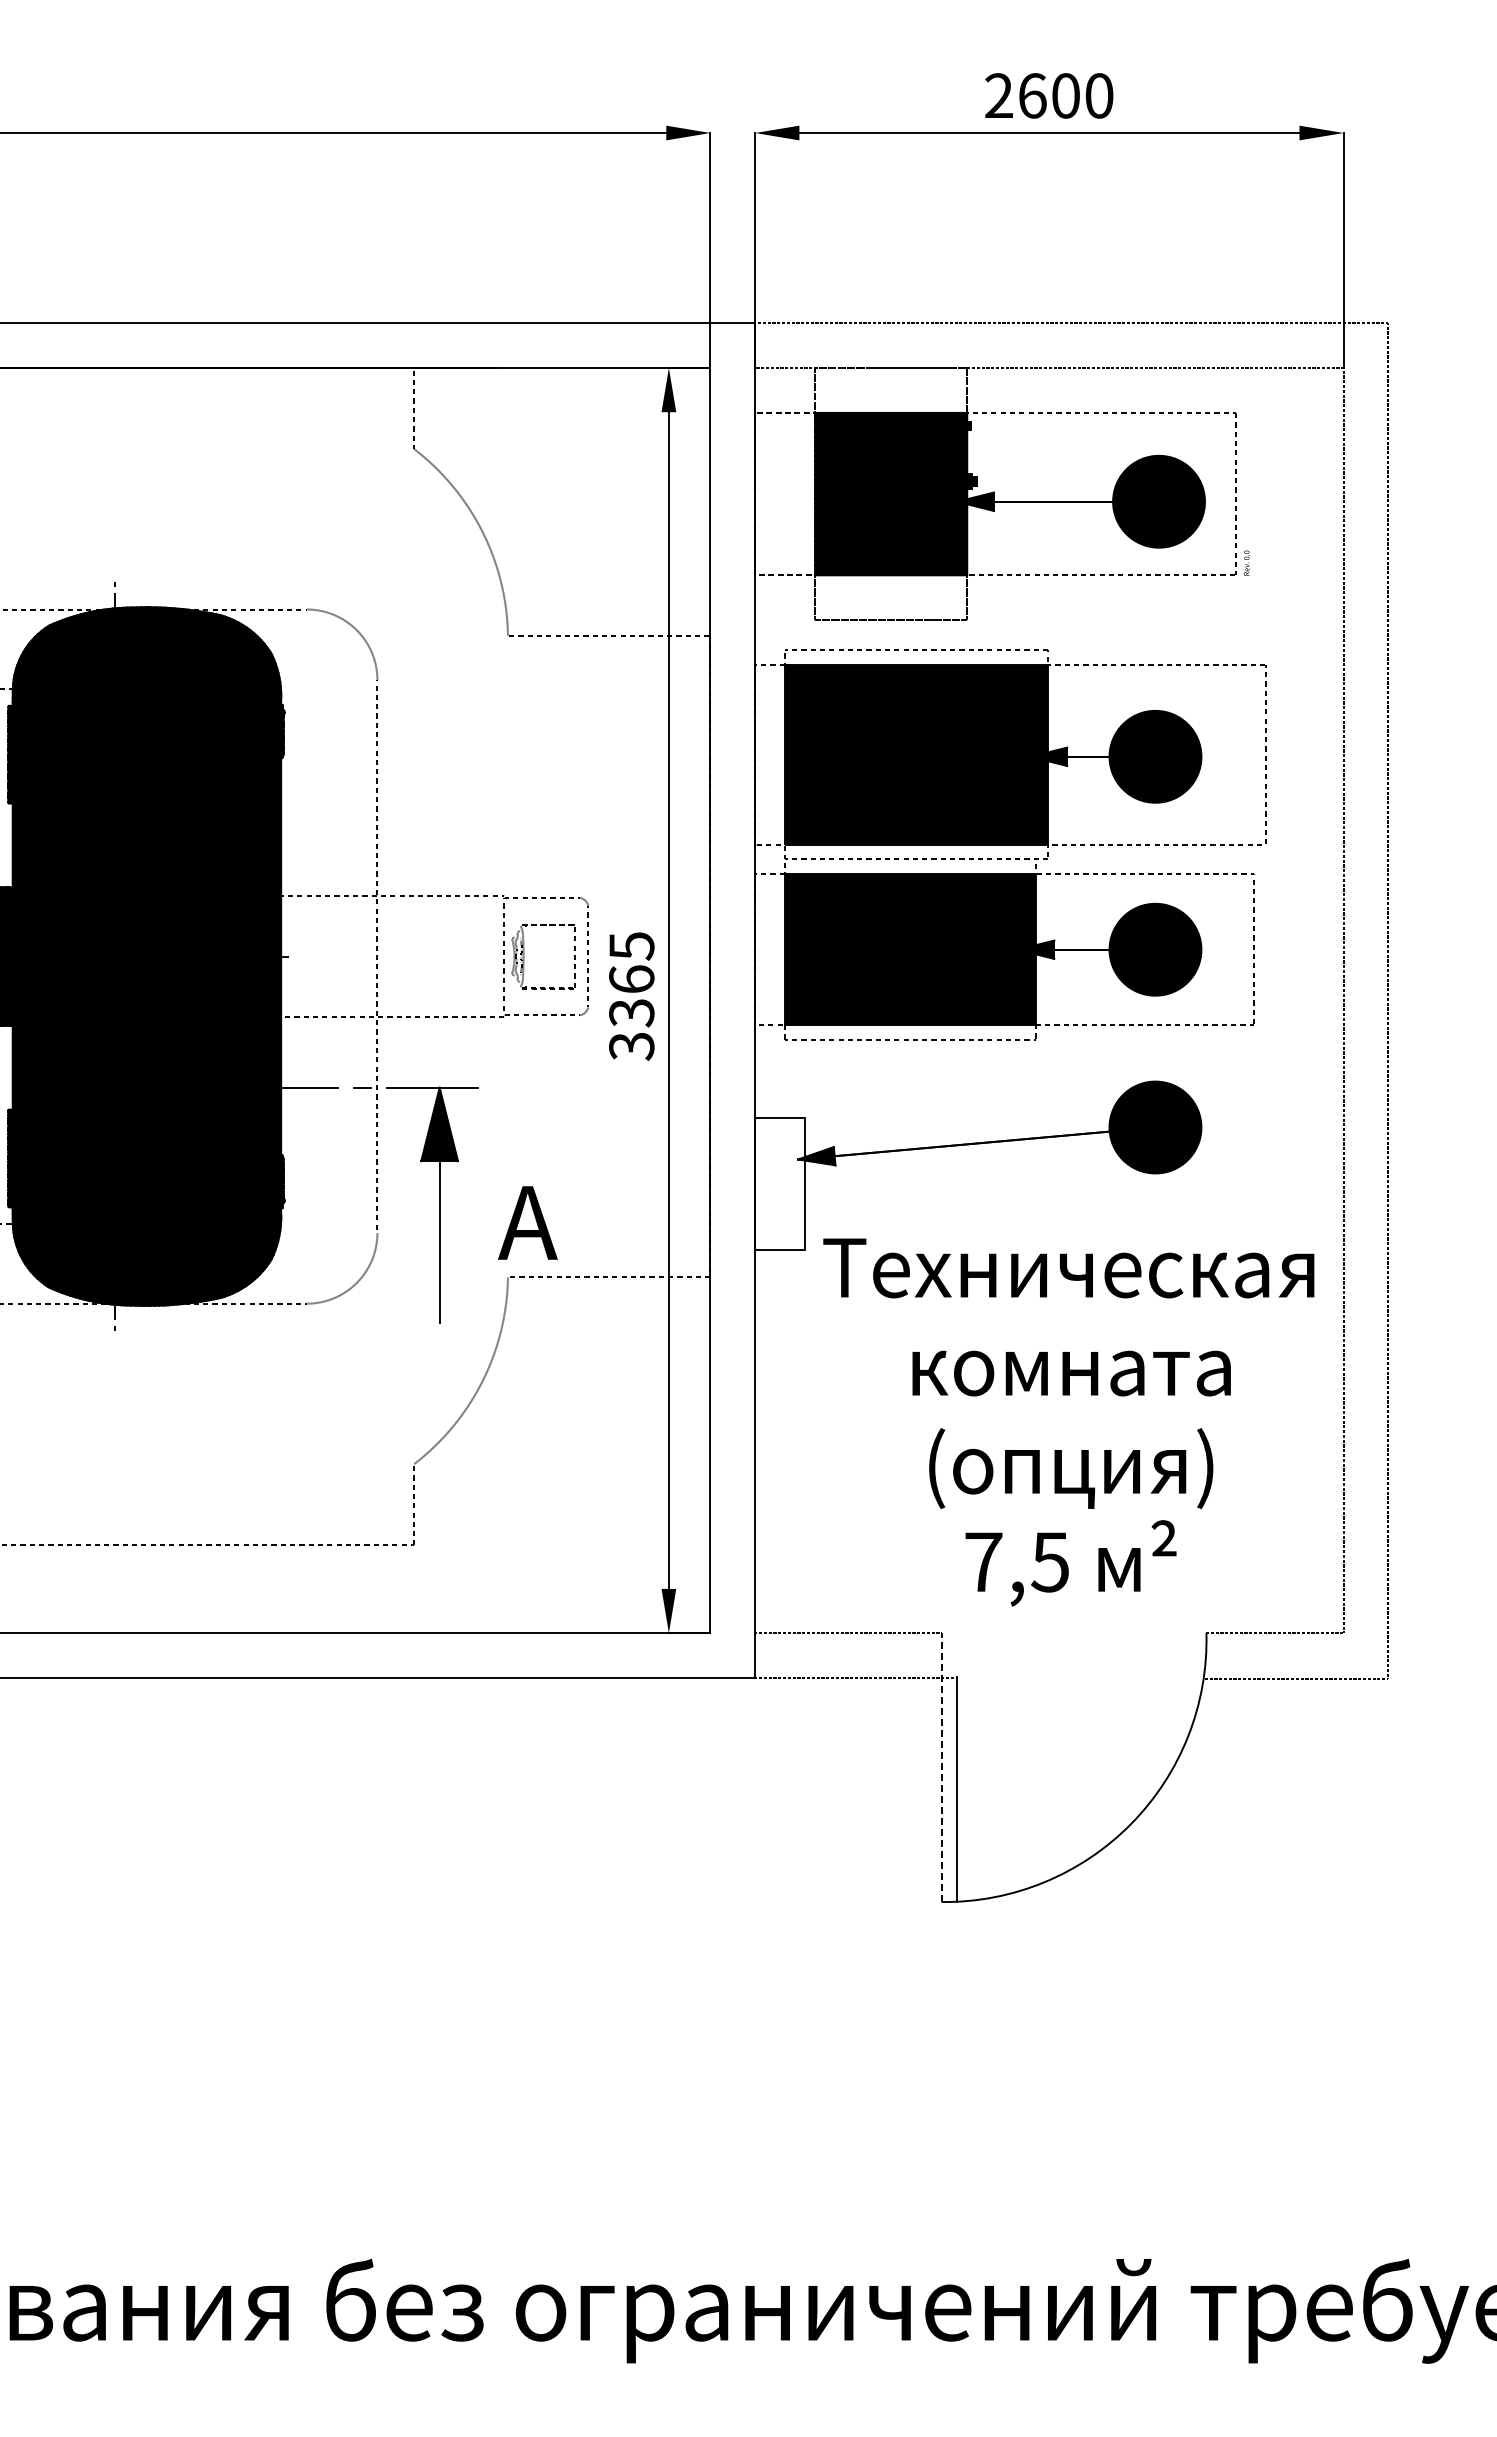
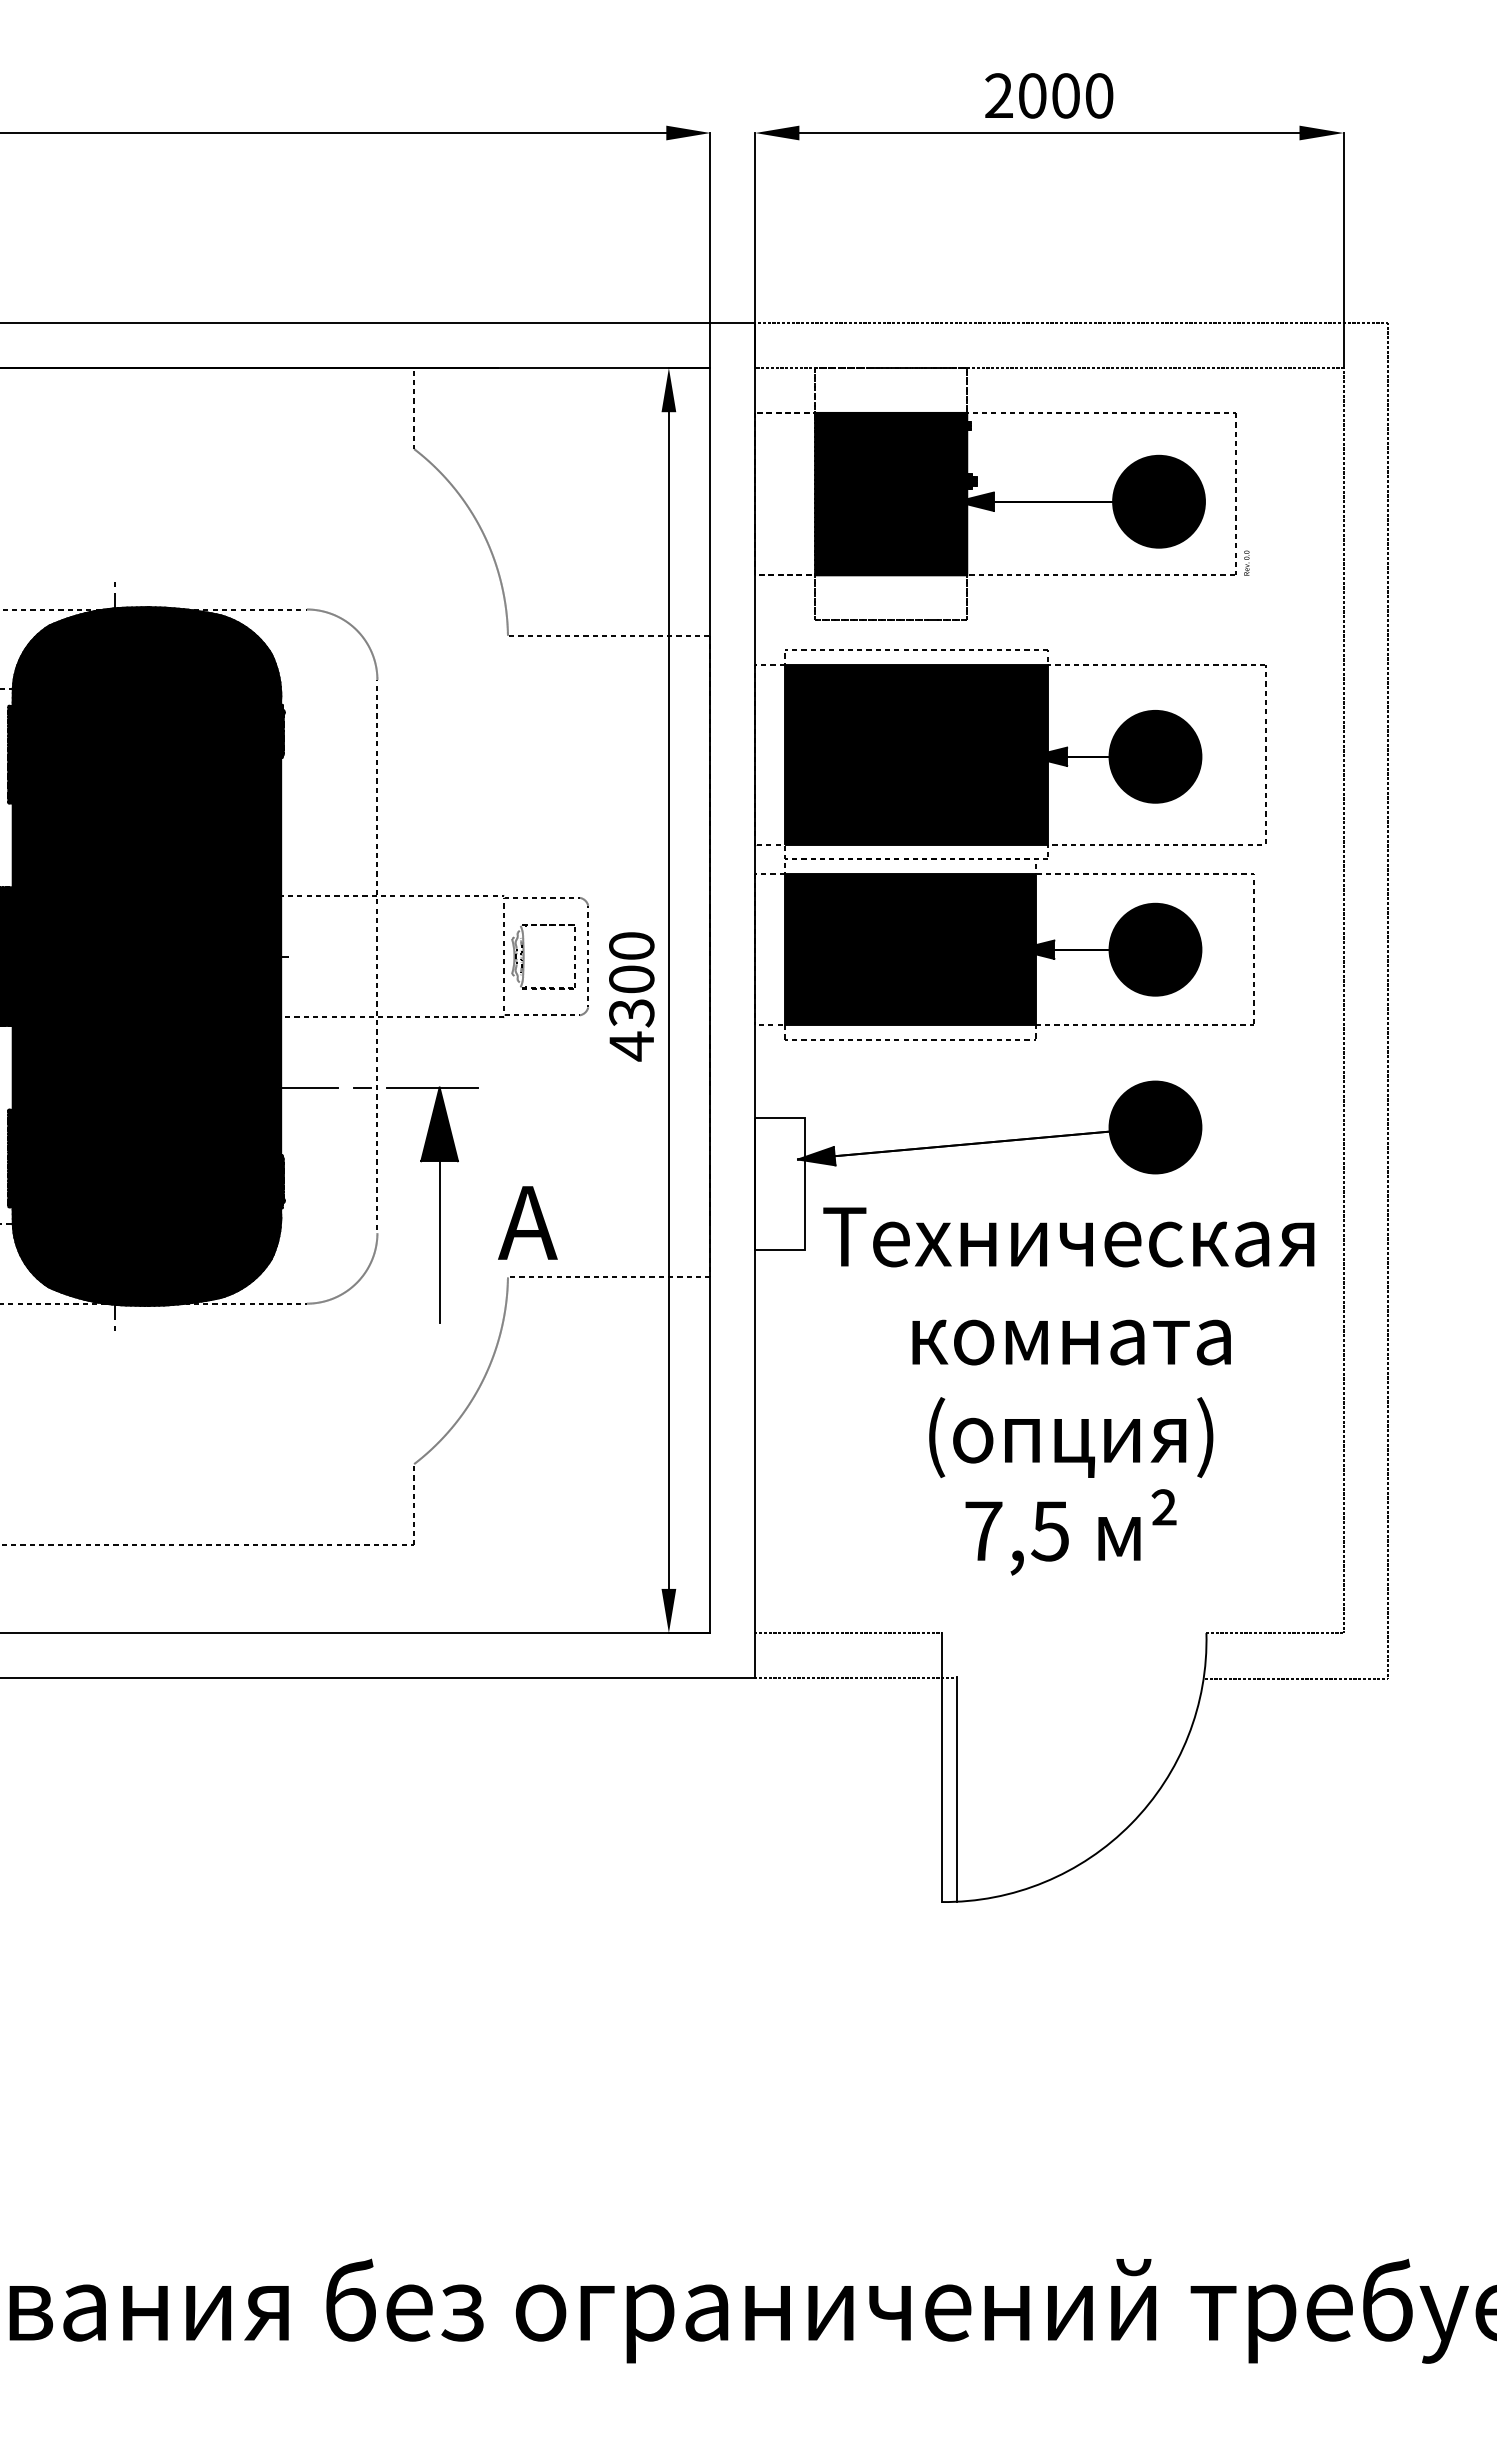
text at (1032, 95): 2600 -> 2000
text at (631, 996): 3365 -> 4300
text at (1068, 1422) position: (1068, 1422) -> (1068, 1391)
line at (941, 1767): dashed -> solid
